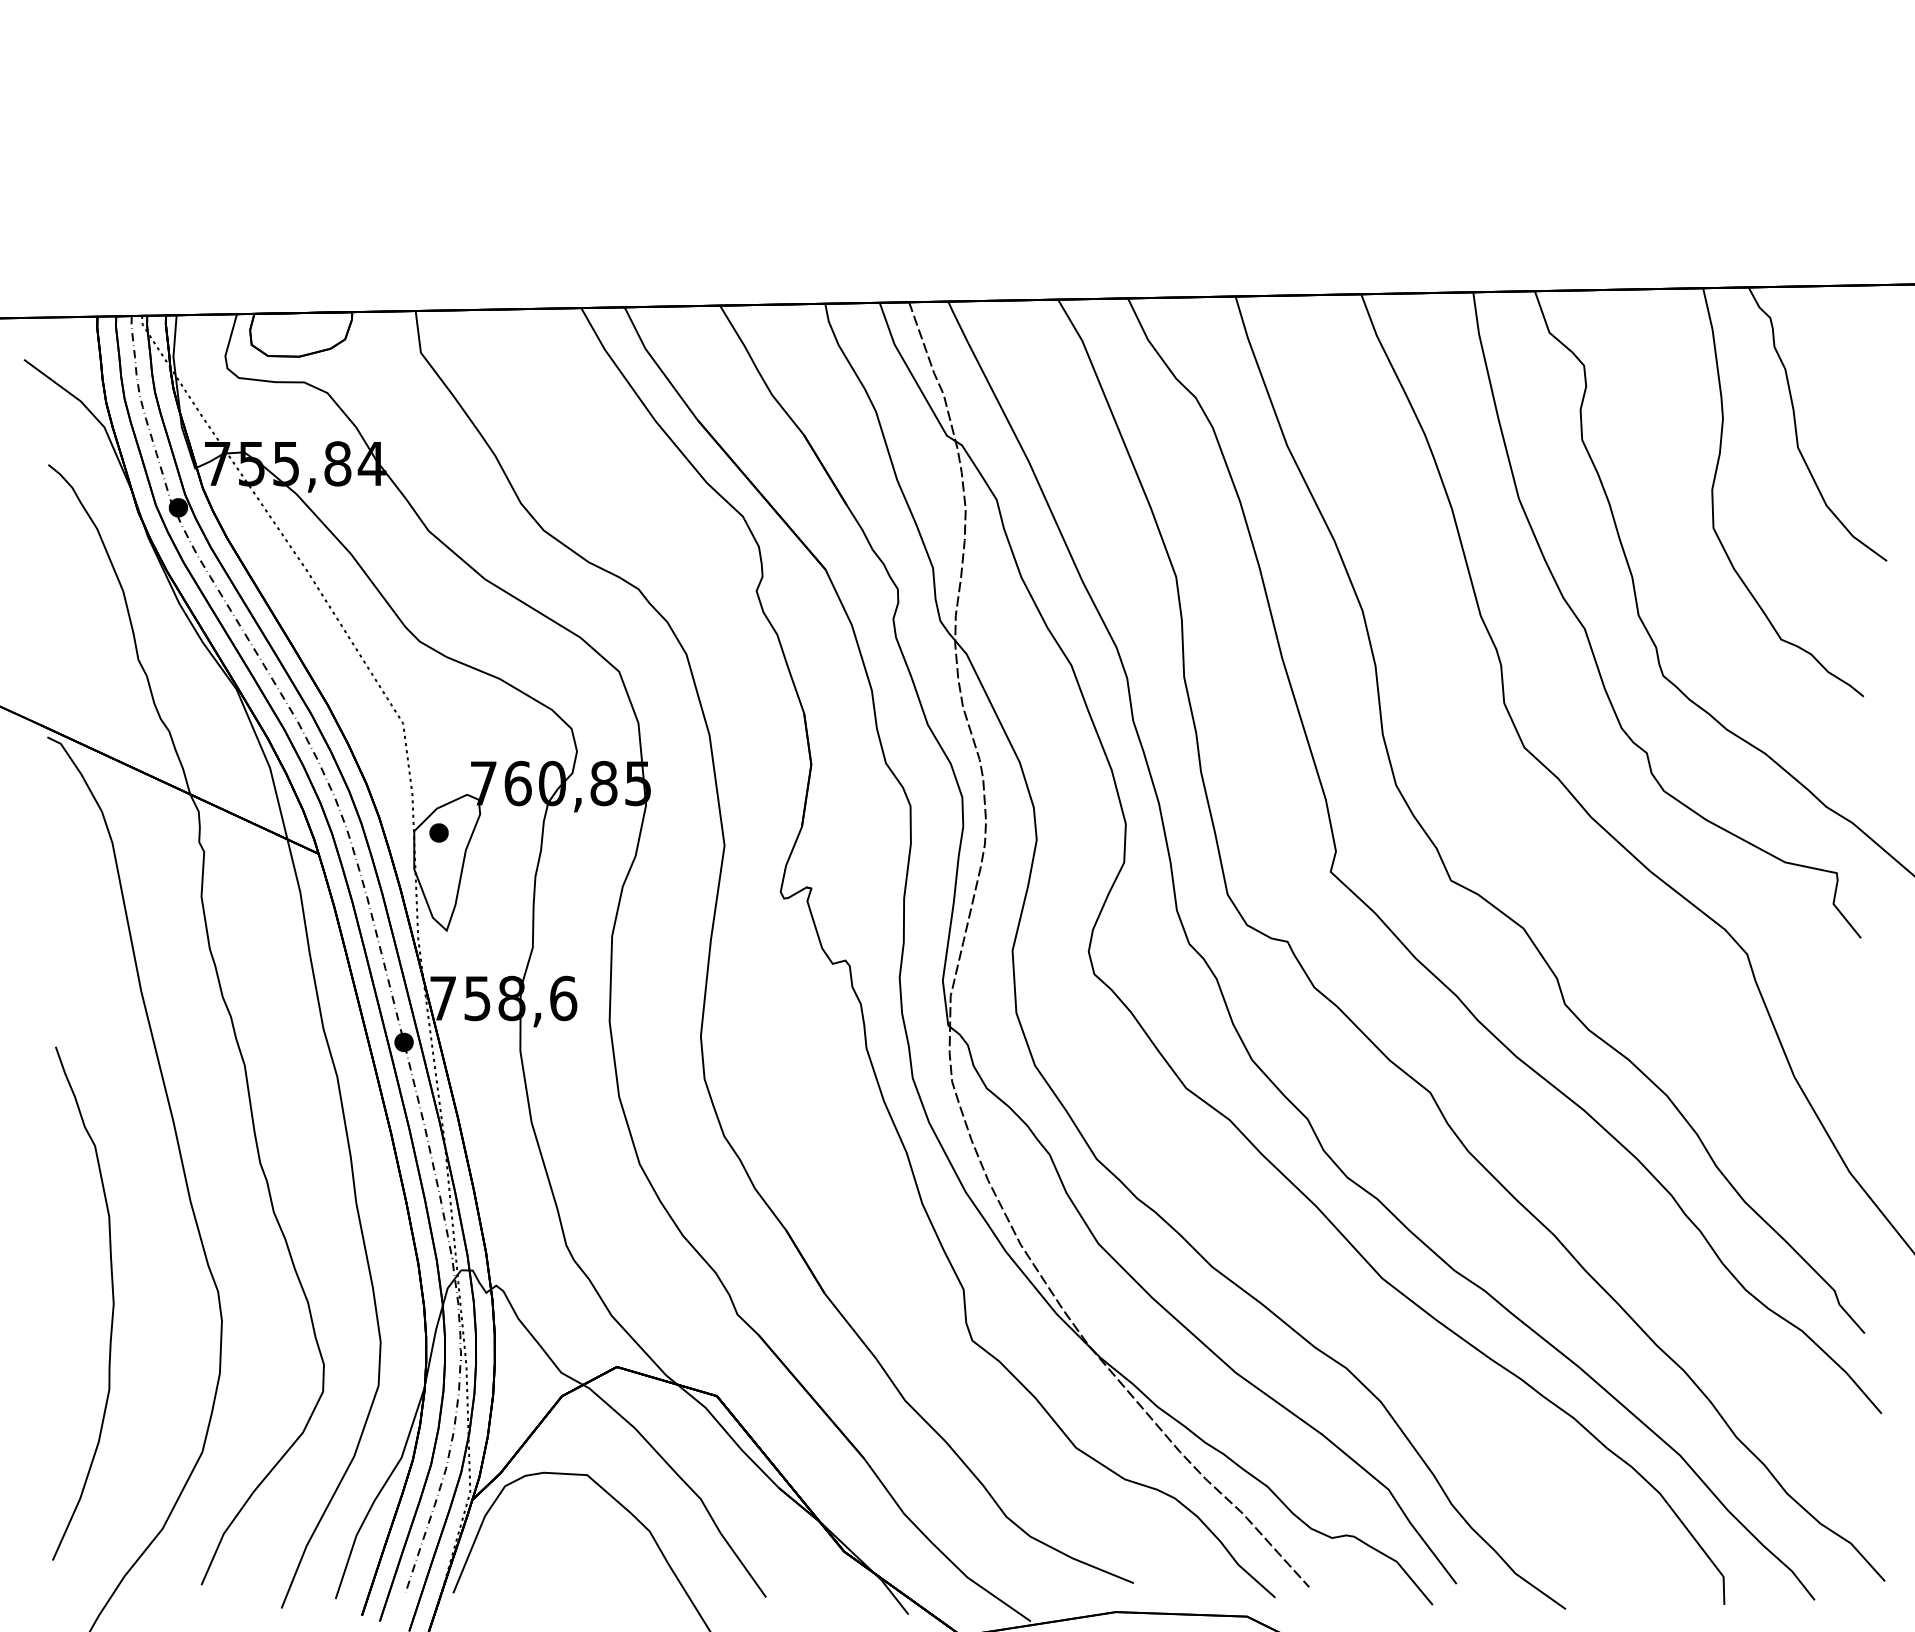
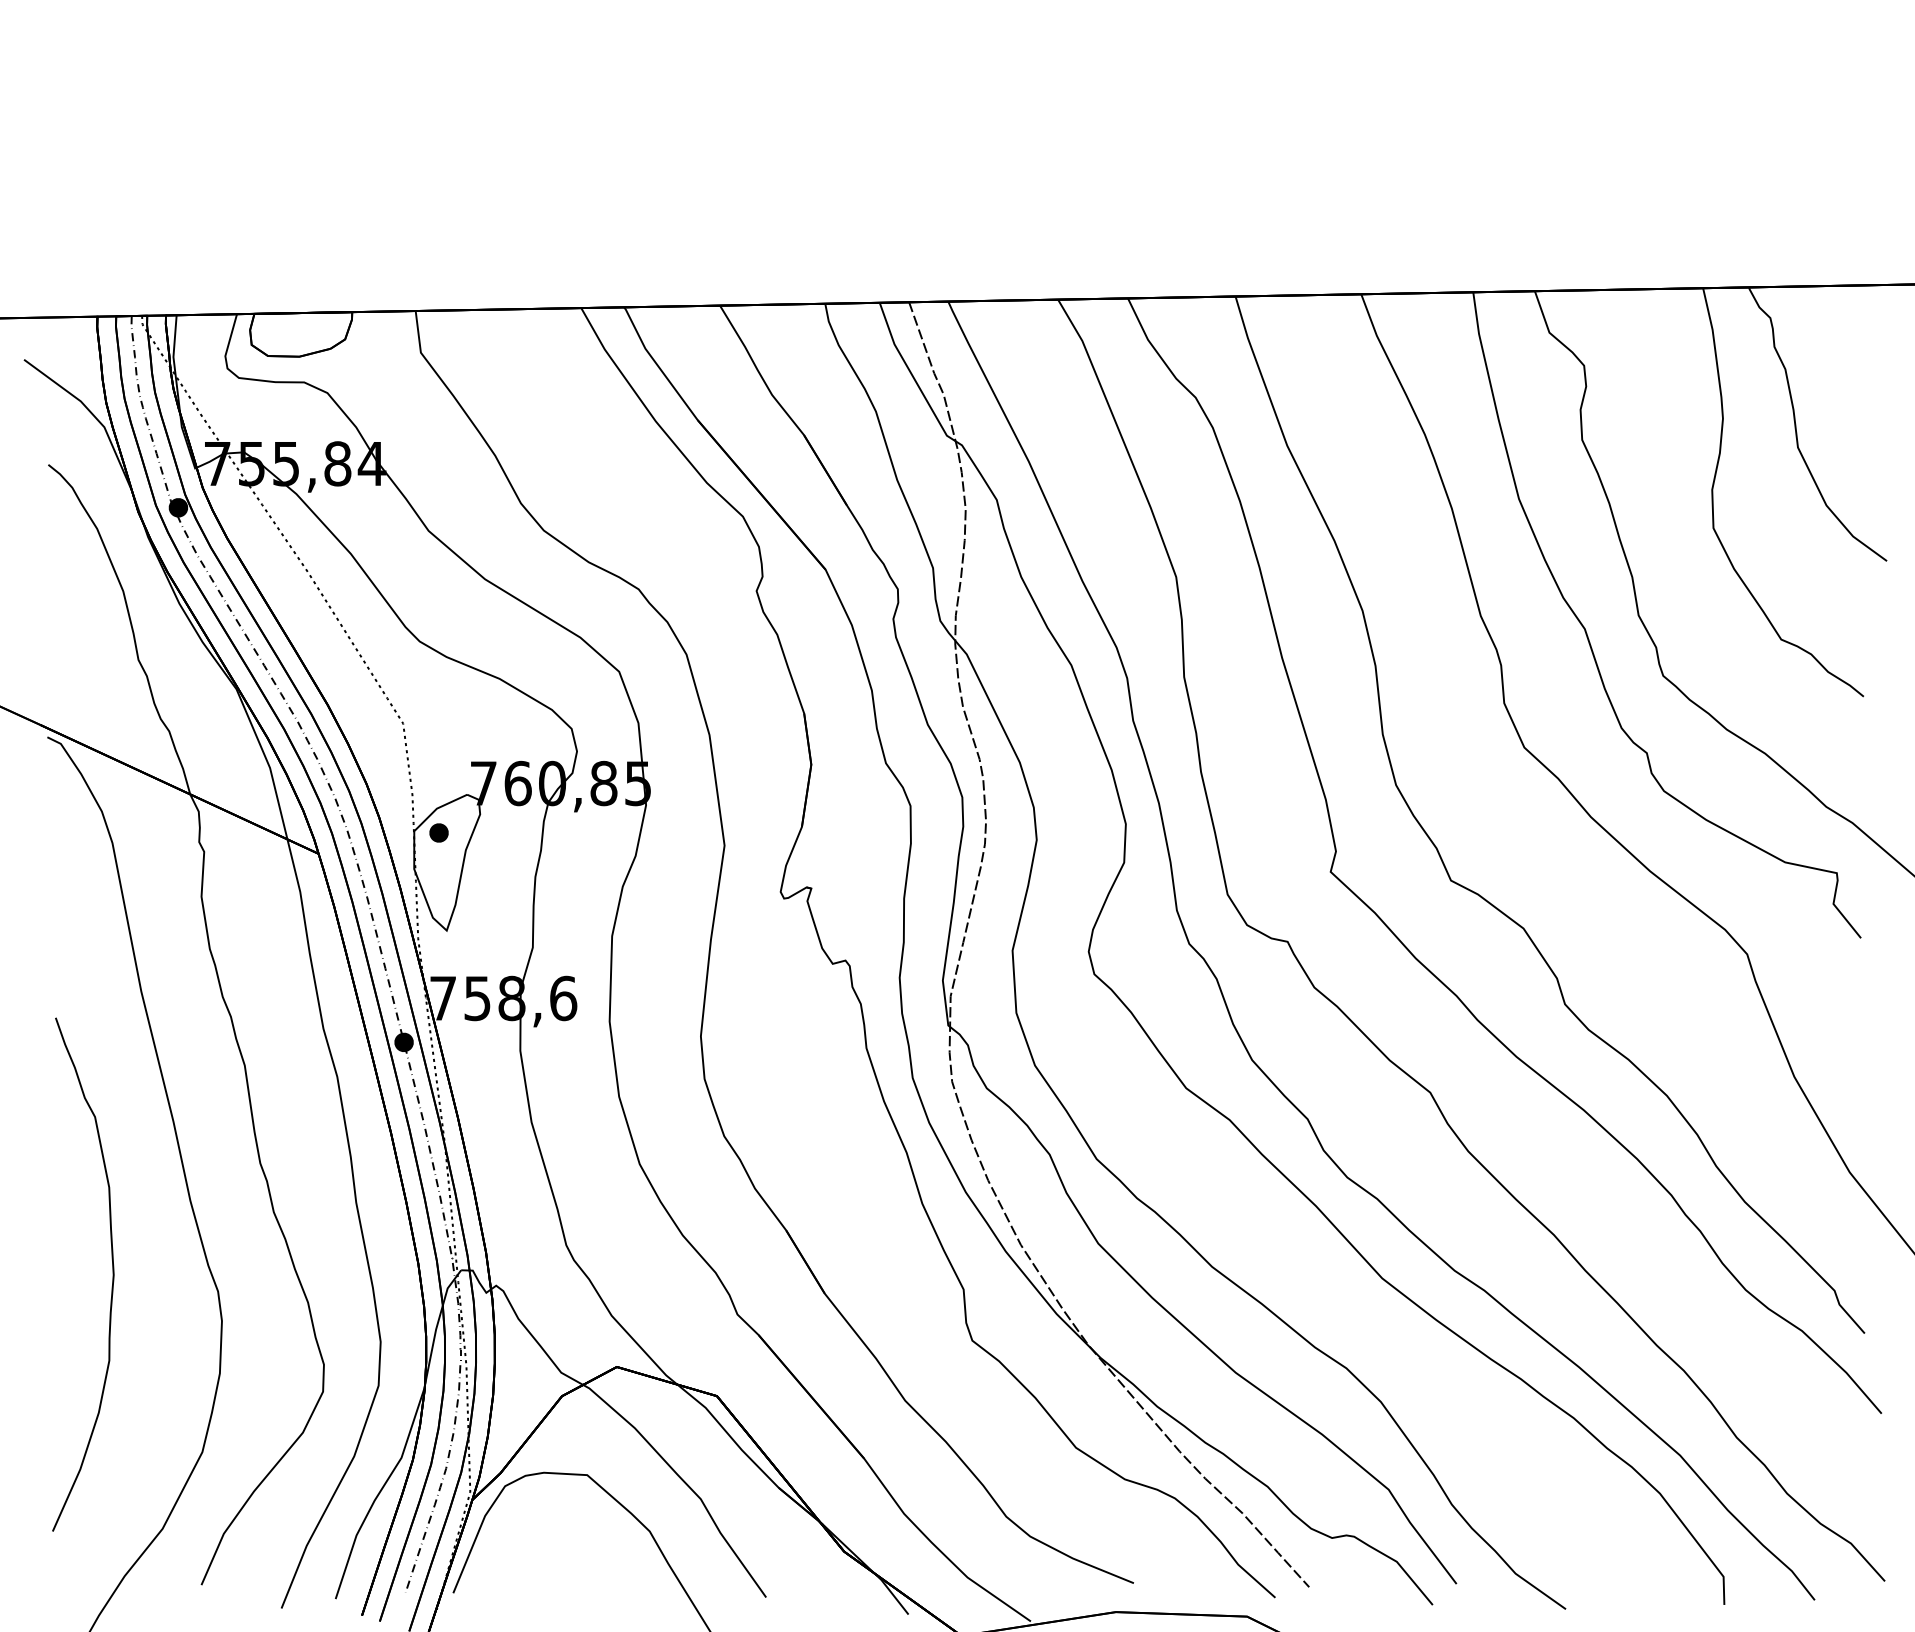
curve at (112, 1303) position: (112, 1303) -> (112, 1274)
